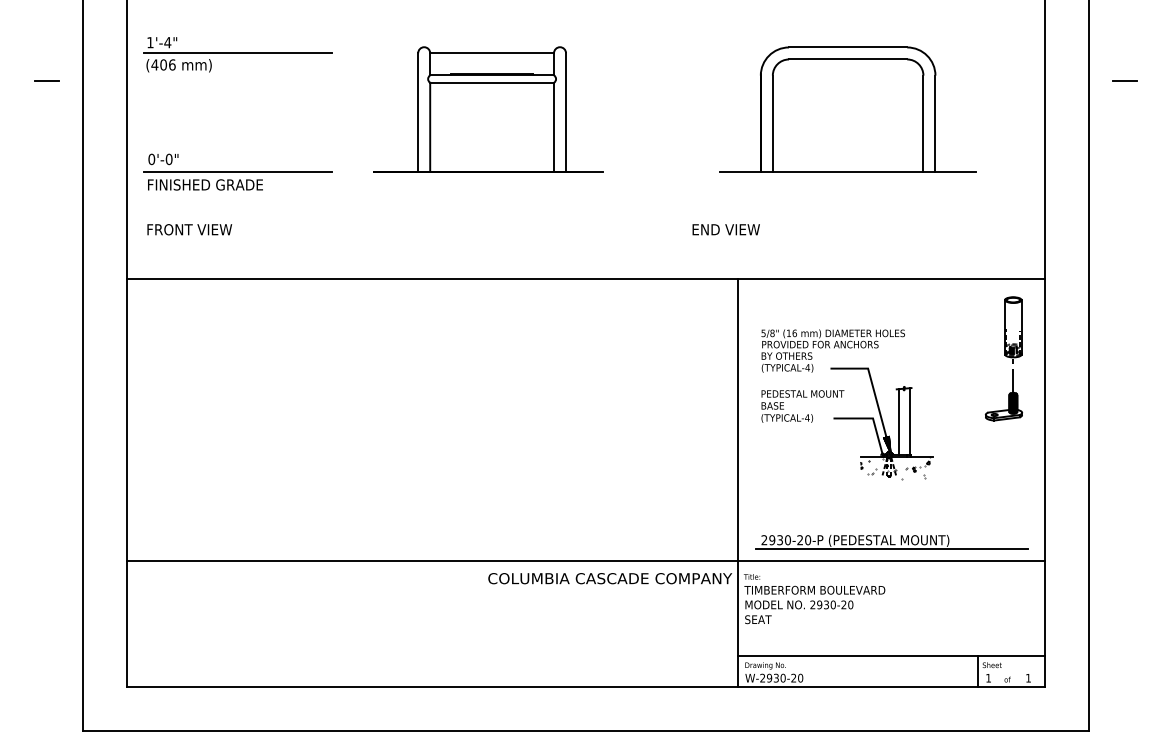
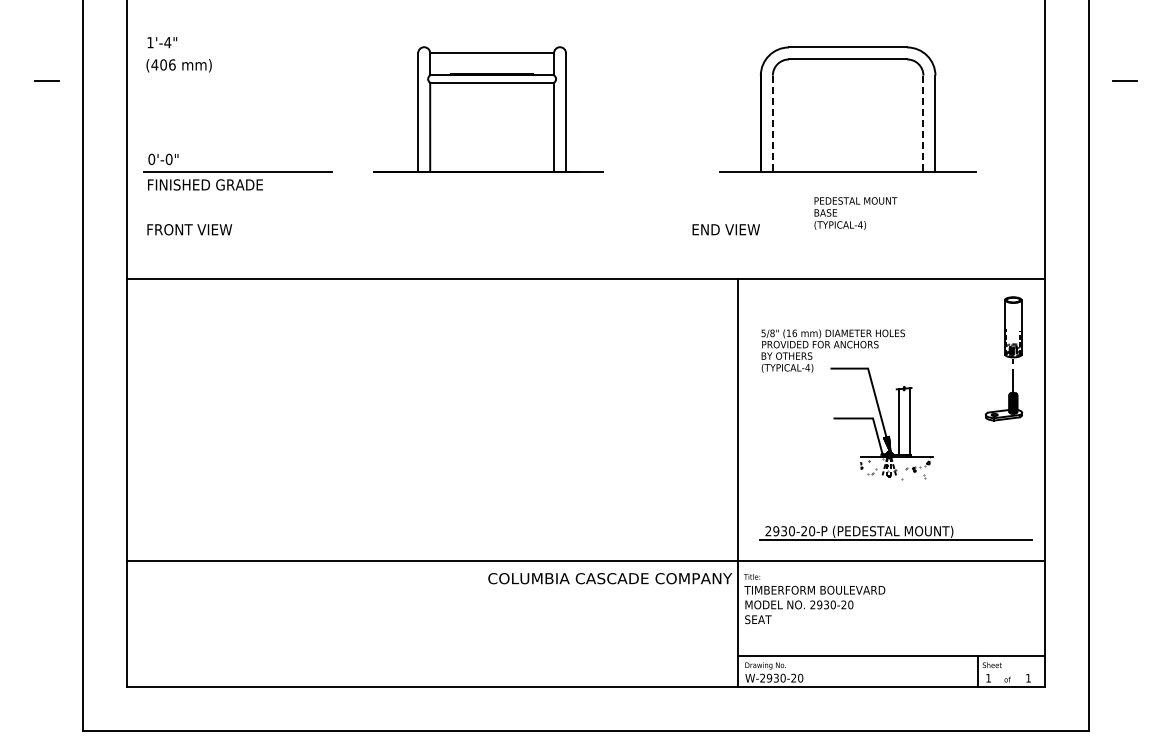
line at (238, 53): present -> none
line at (772, 124): solid -> dashed
line at (923, 124): solid -> dashed
text at (802, 406) position: (802, 406) -> (855, 213)
part at (891, 542) position: (891, 542) -> (895, 533)
